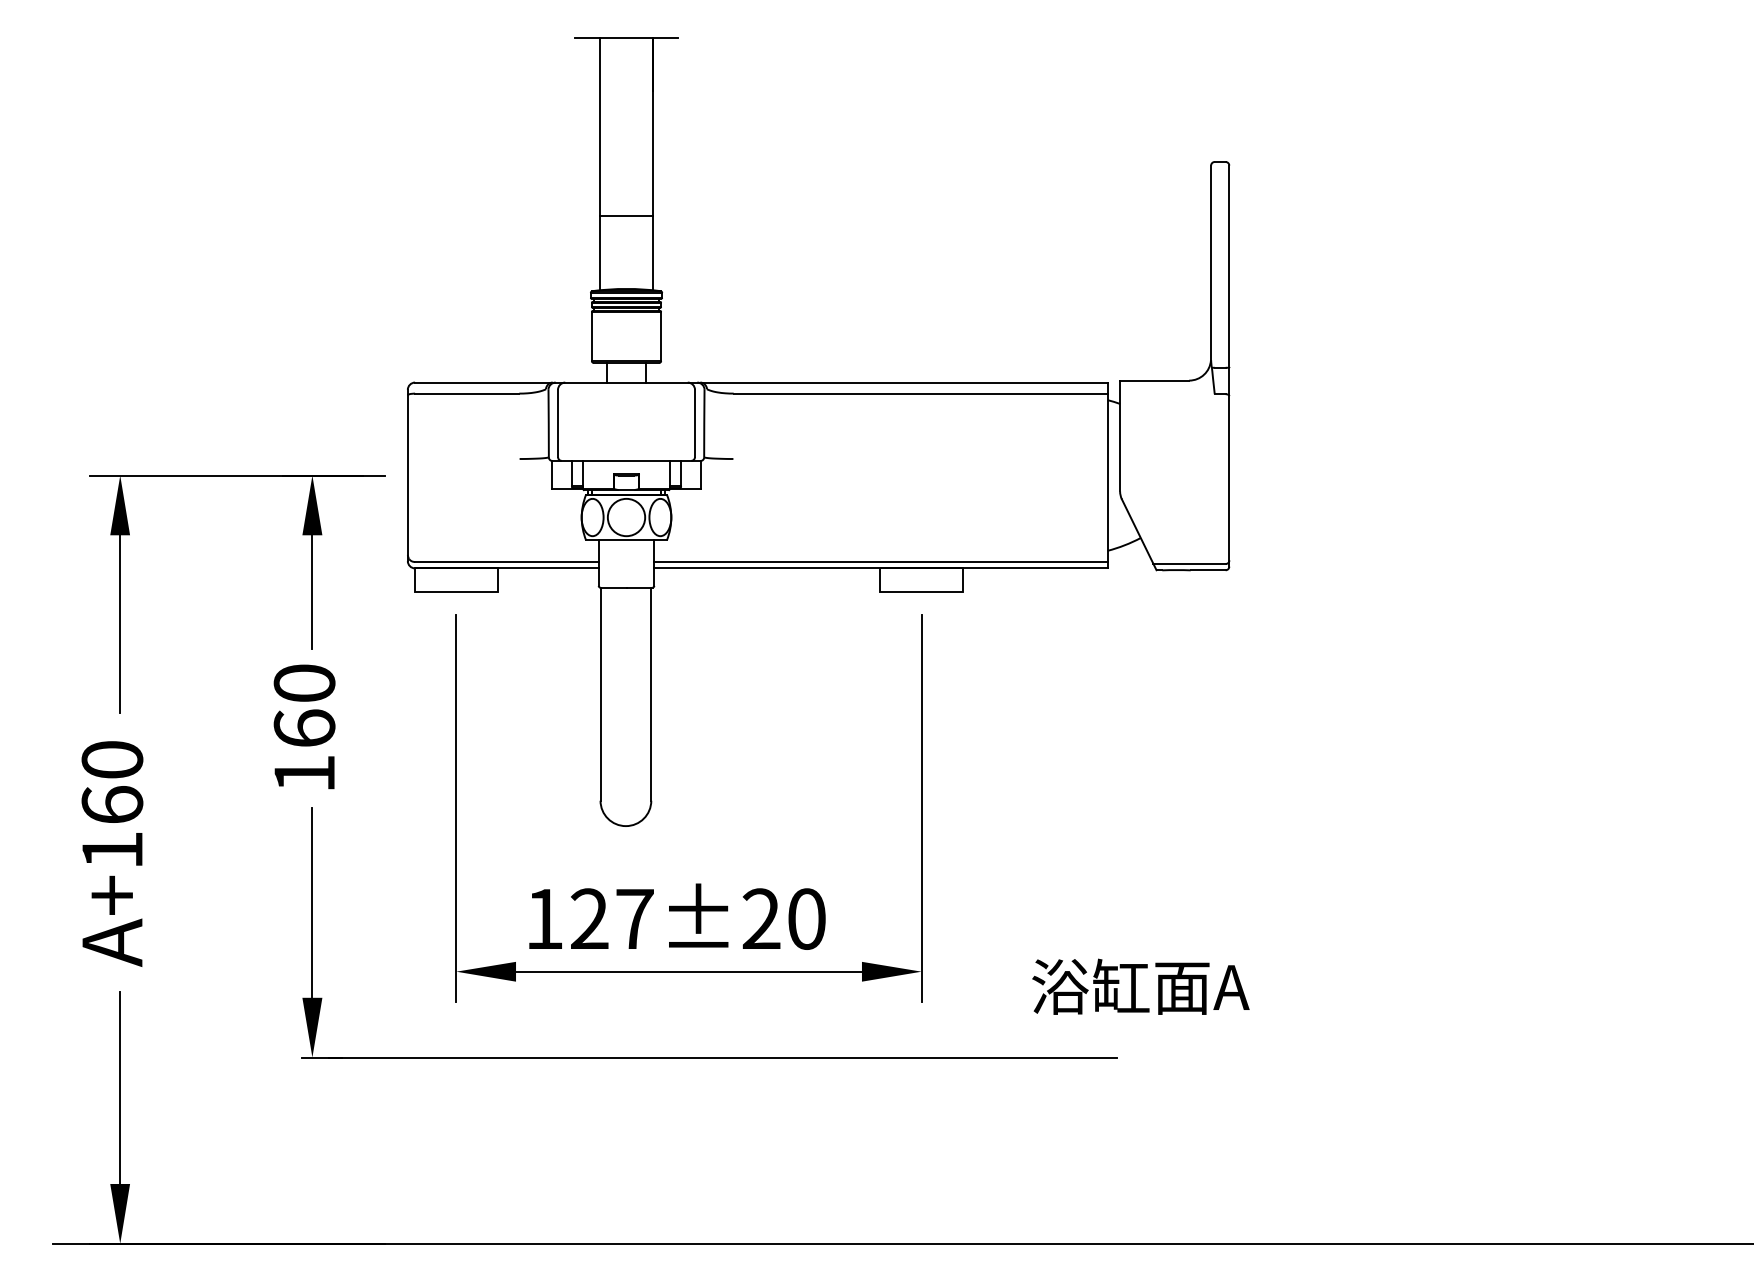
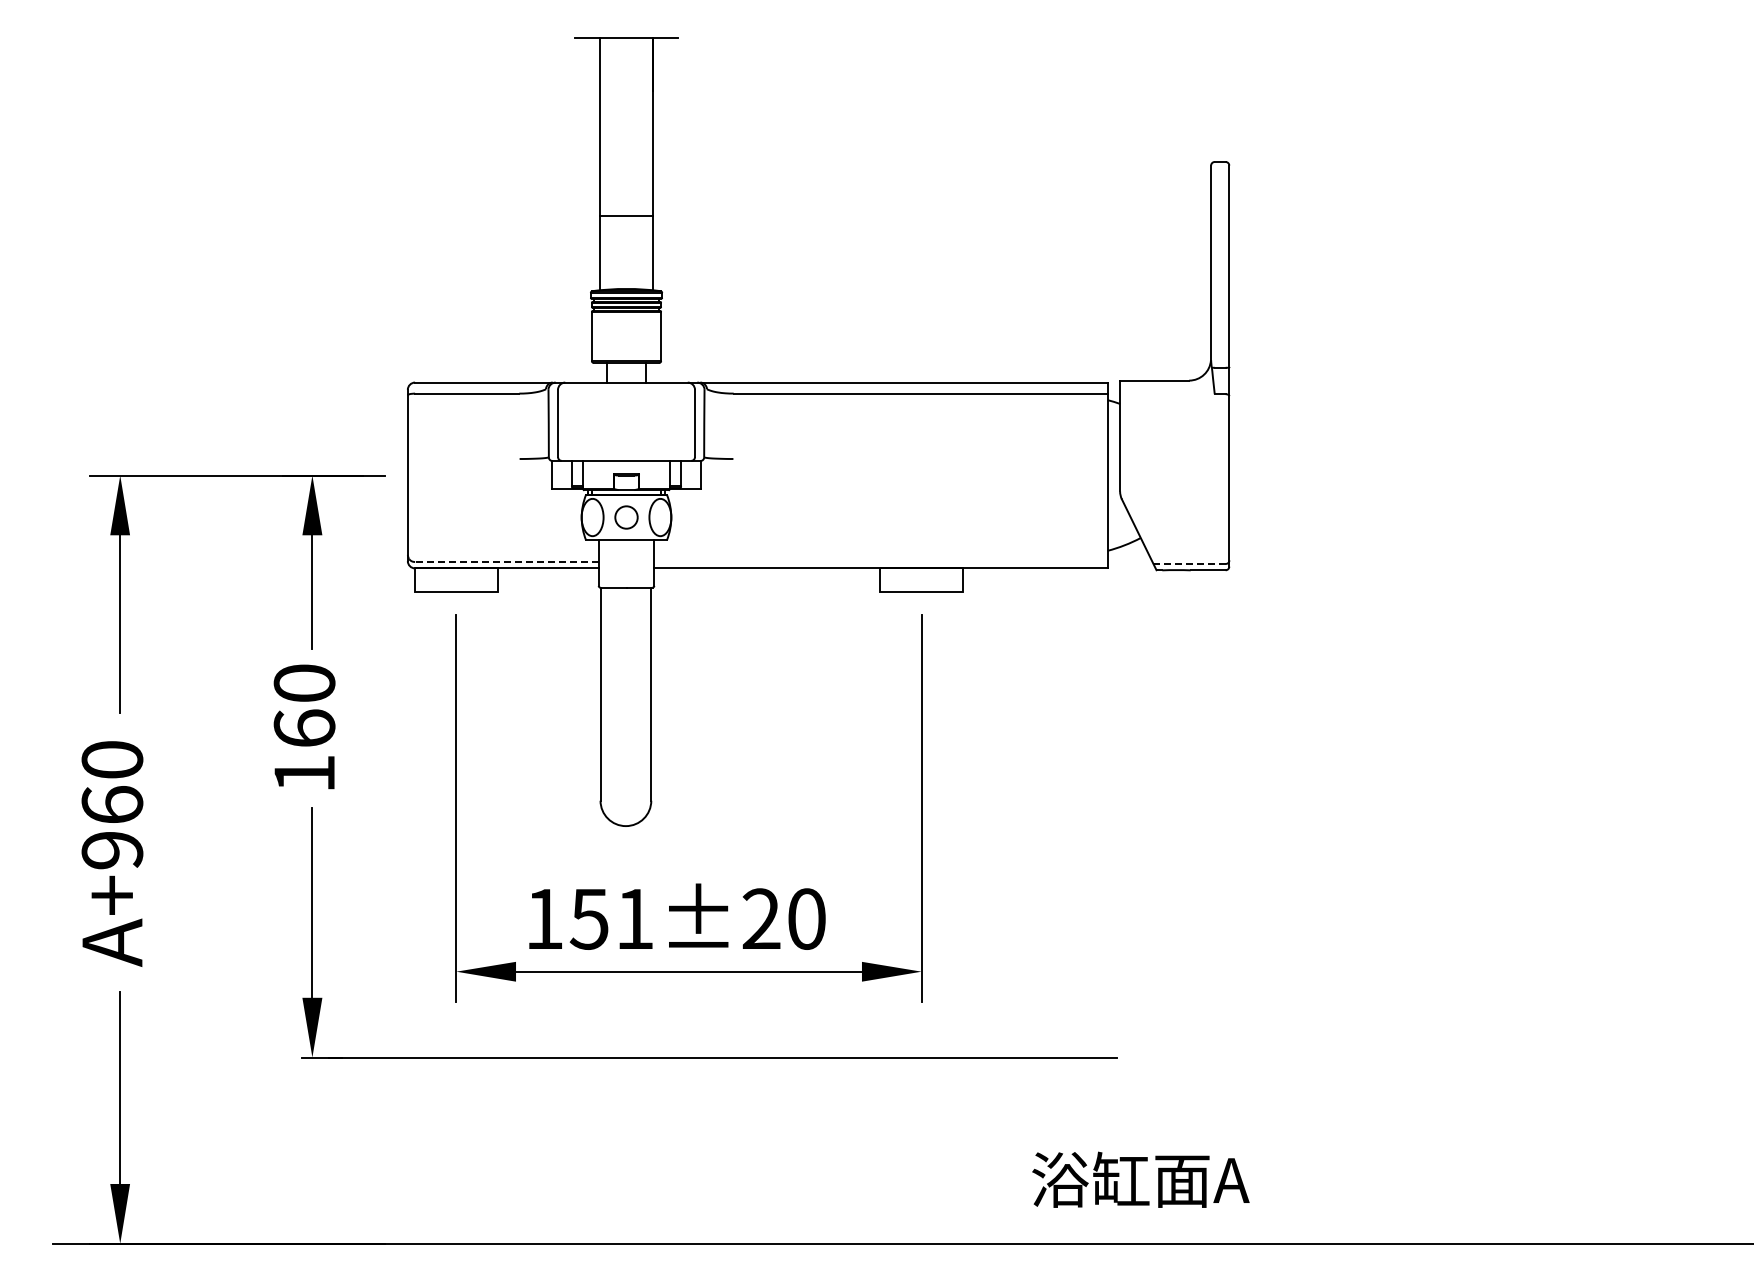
circle at (626, 517) diameter: 37 px -> 22 px
line at (506, 562): solid -> dashed
line at (880, 562): present -> none
line at (1189, 563): solid -> dashed
text at (112, 850): A+160 -> A+960
text at (611, 918): 127±20 -> 151±20
text at (1140, 986) position: (1140, 986) -> (1140, 1179)
